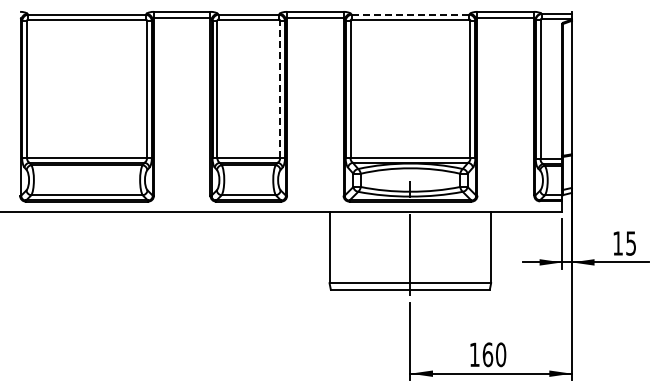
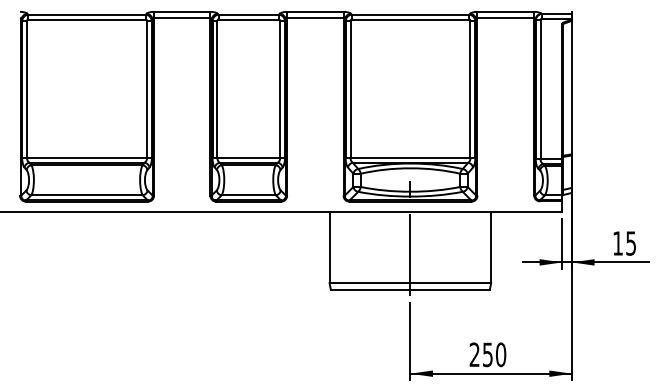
line at (410, 14): dashed -> solid
line at (280, 89): dashed -> solid
text at (481, 354): 160 -> 250
